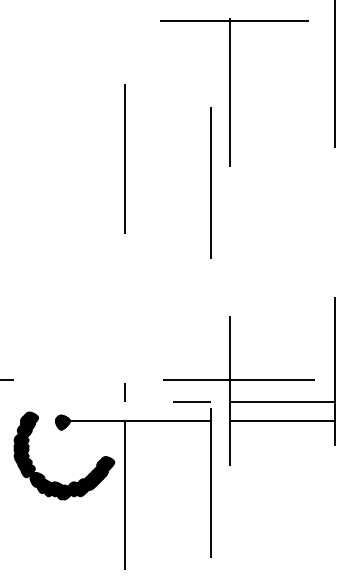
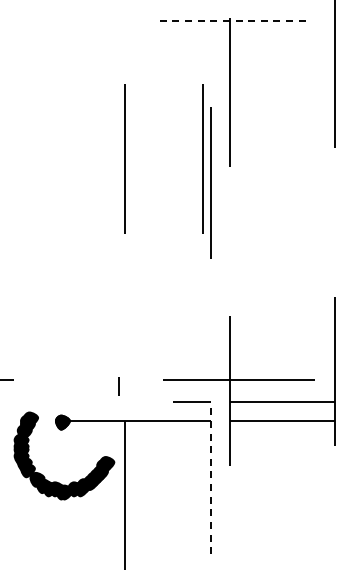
line at (234, 20): solid -> dashed
line at (202, 158): none -> present
line at (124, 392) position: (124, 392) -> (118, 386)
line at (210, 482): solid -> dashed
